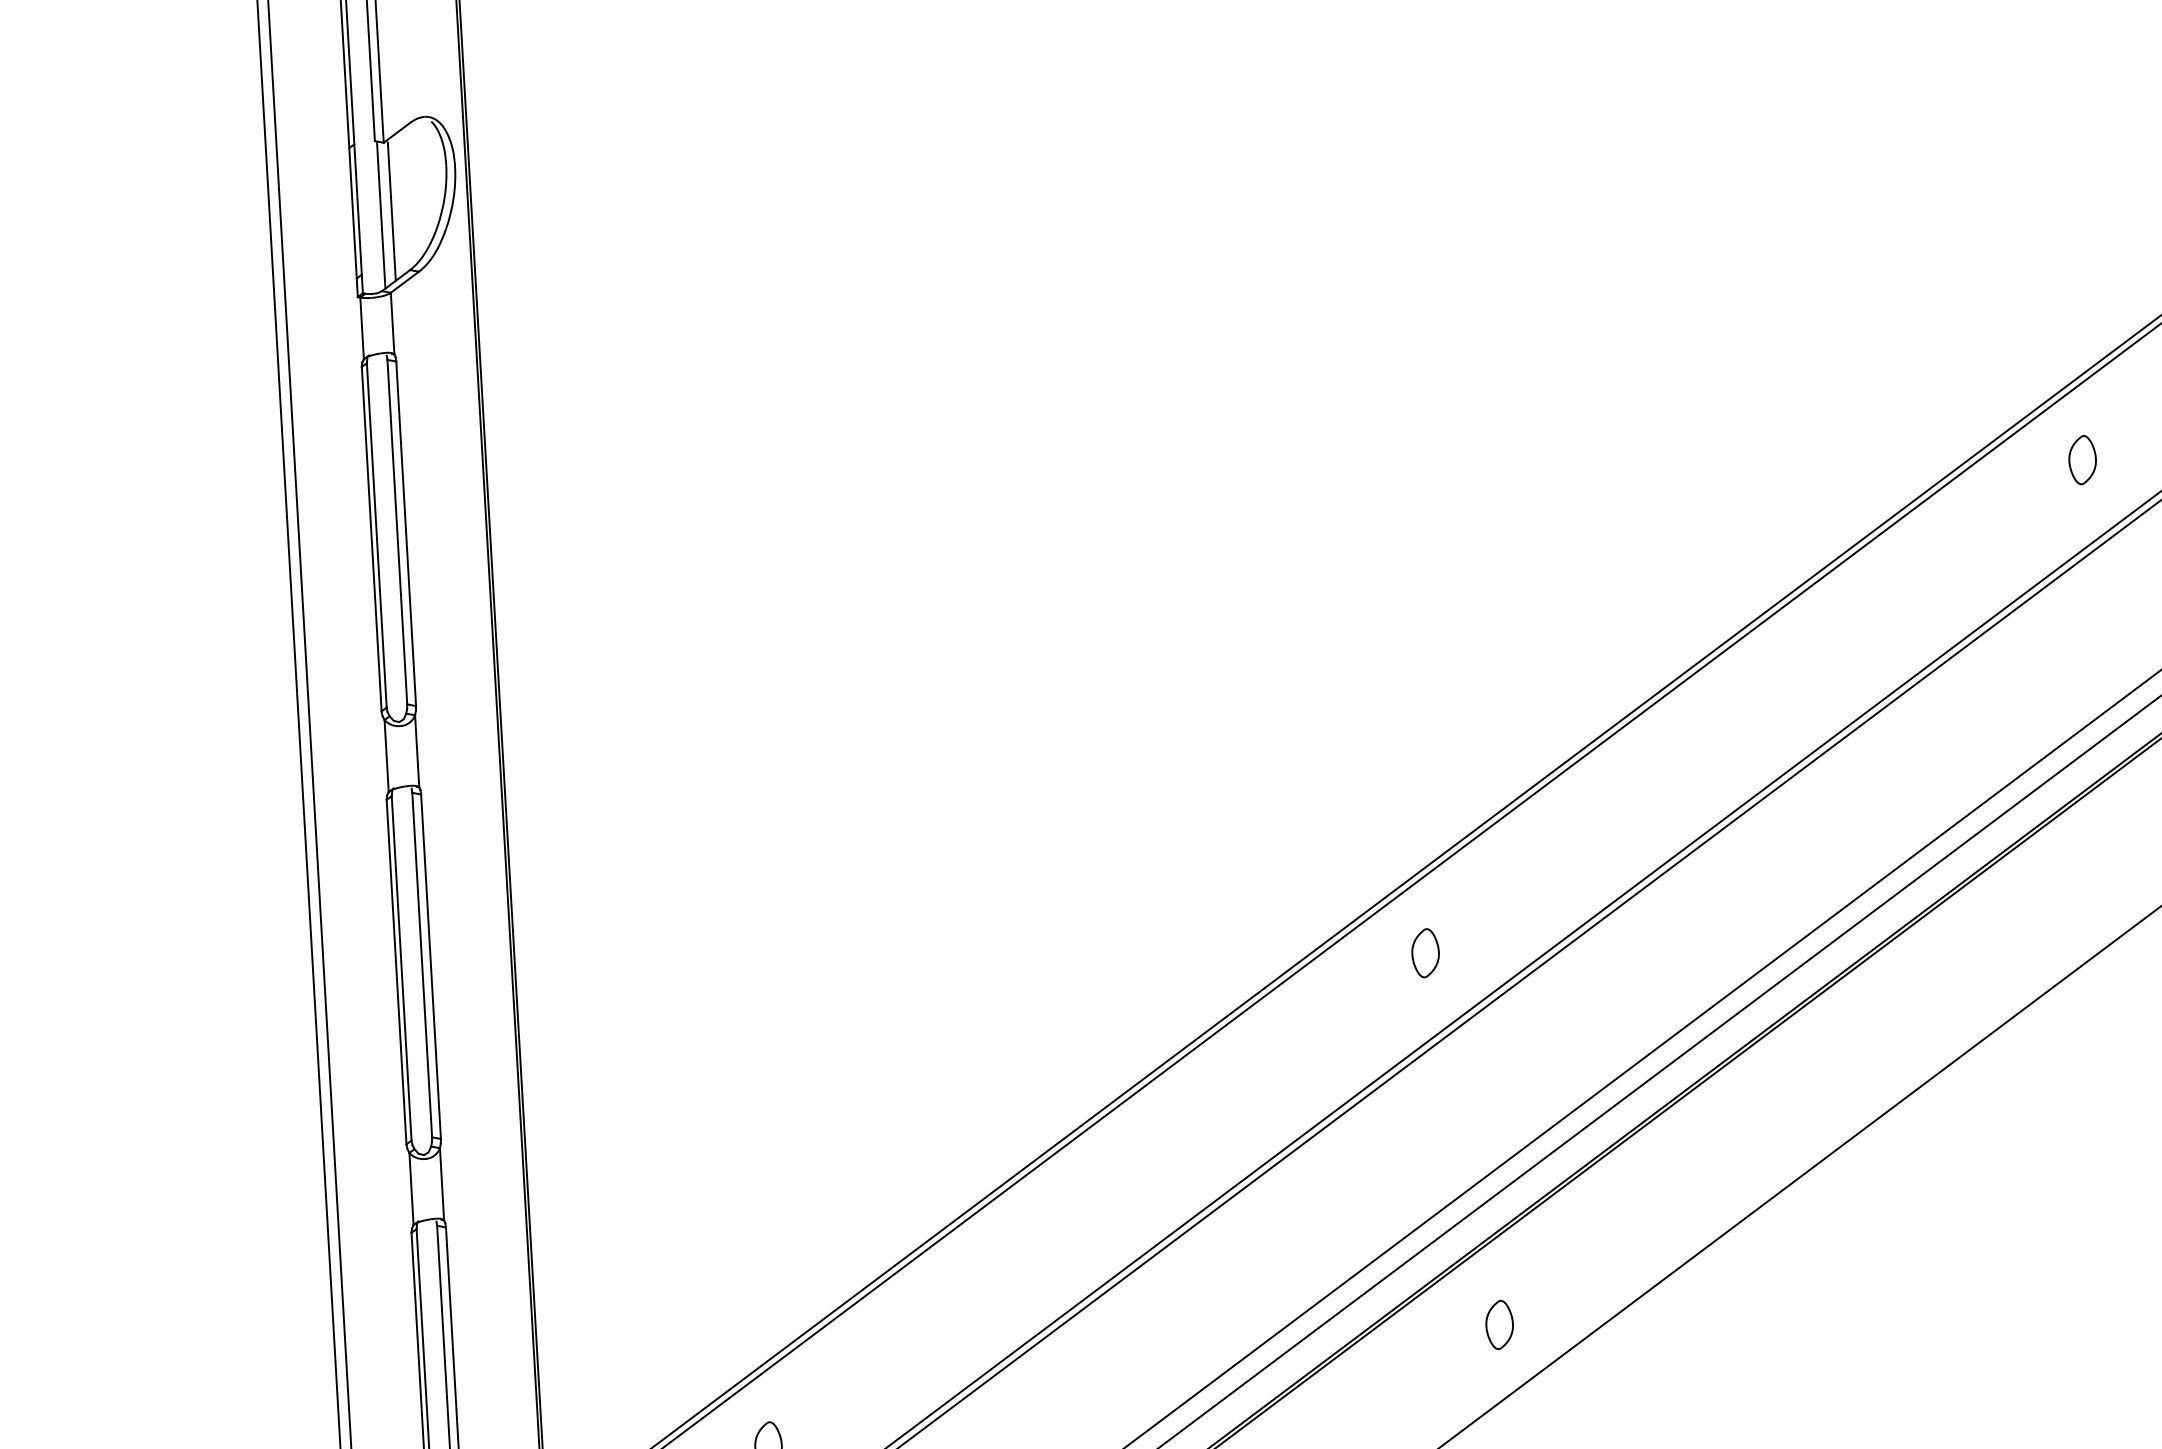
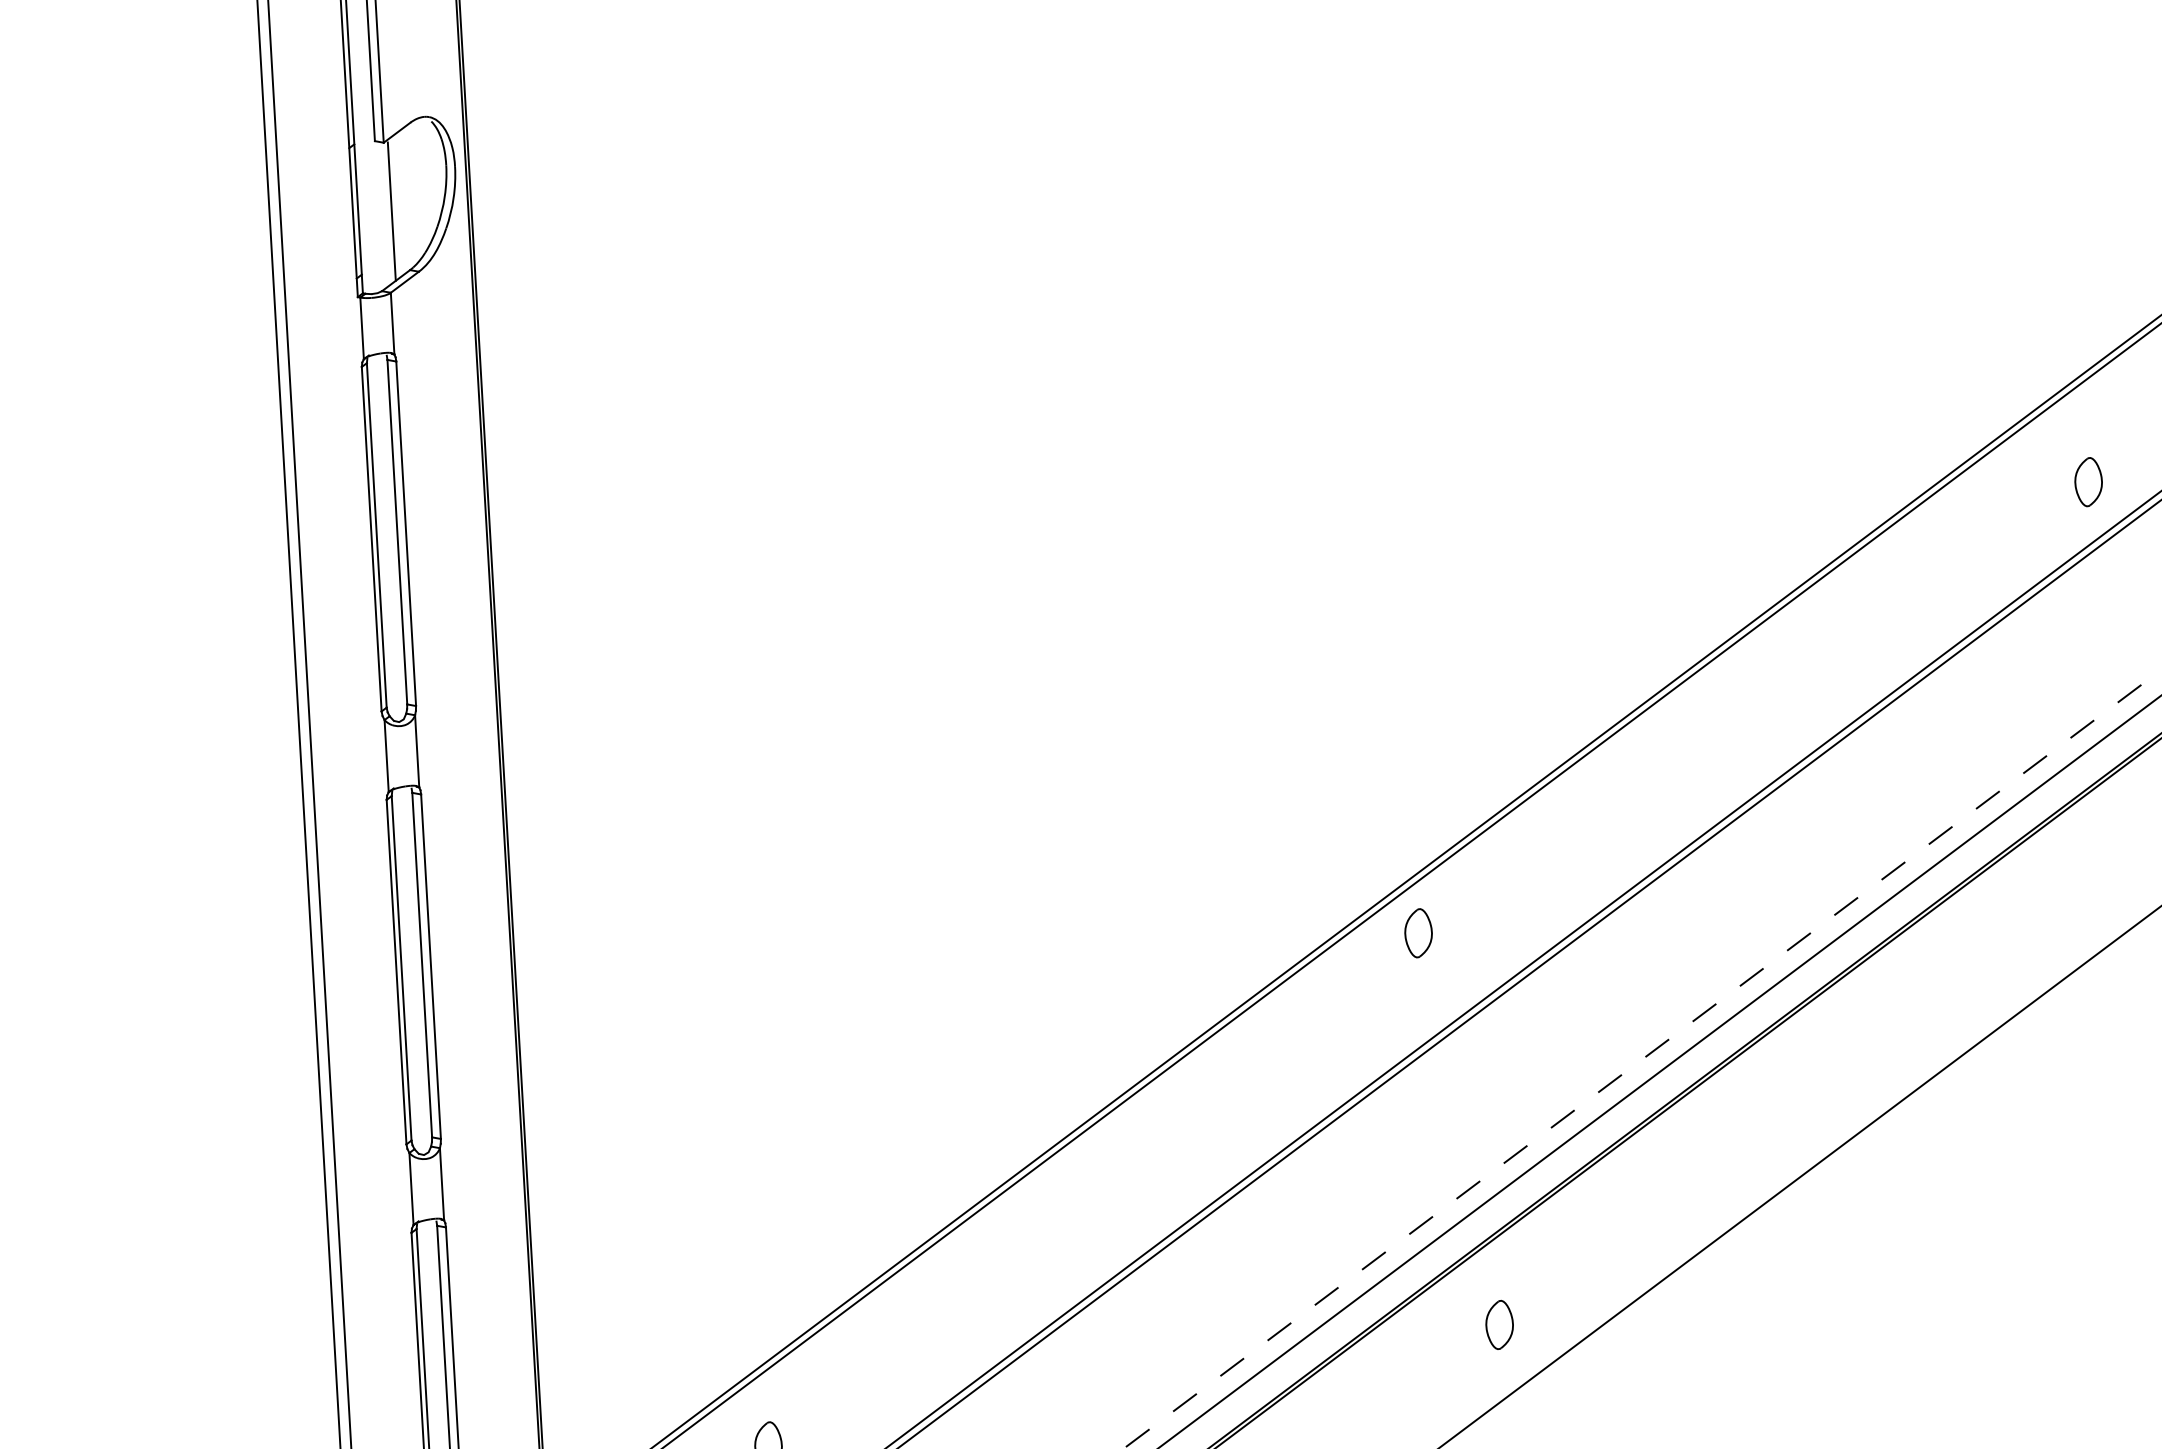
line at (381, 215): present -> none
part at (2082, 460) position: (2082, 460) -> (2088, 482)
part at (1425, 953) position: (1425, 953) -> (1418, 933)
line at (1642, 1059): solid -> dashed
